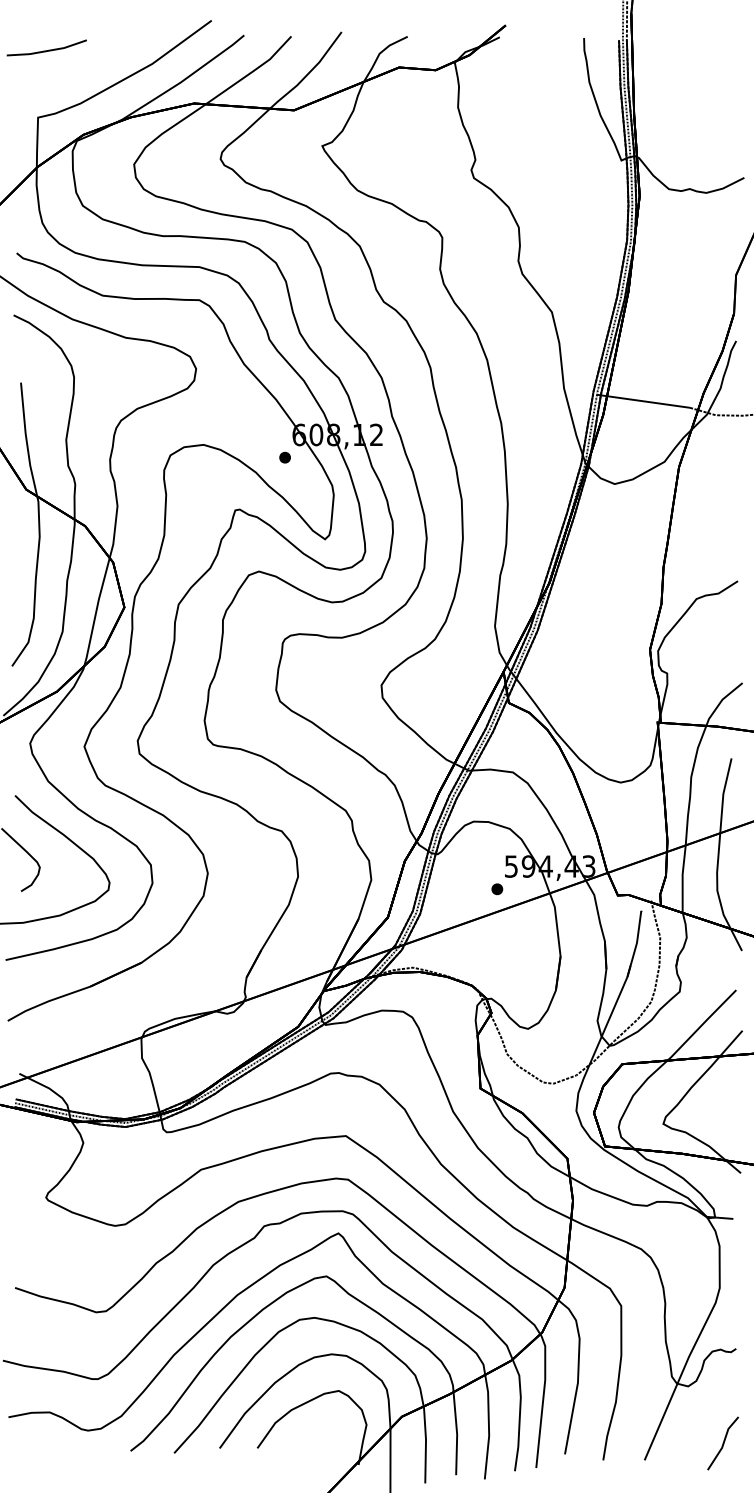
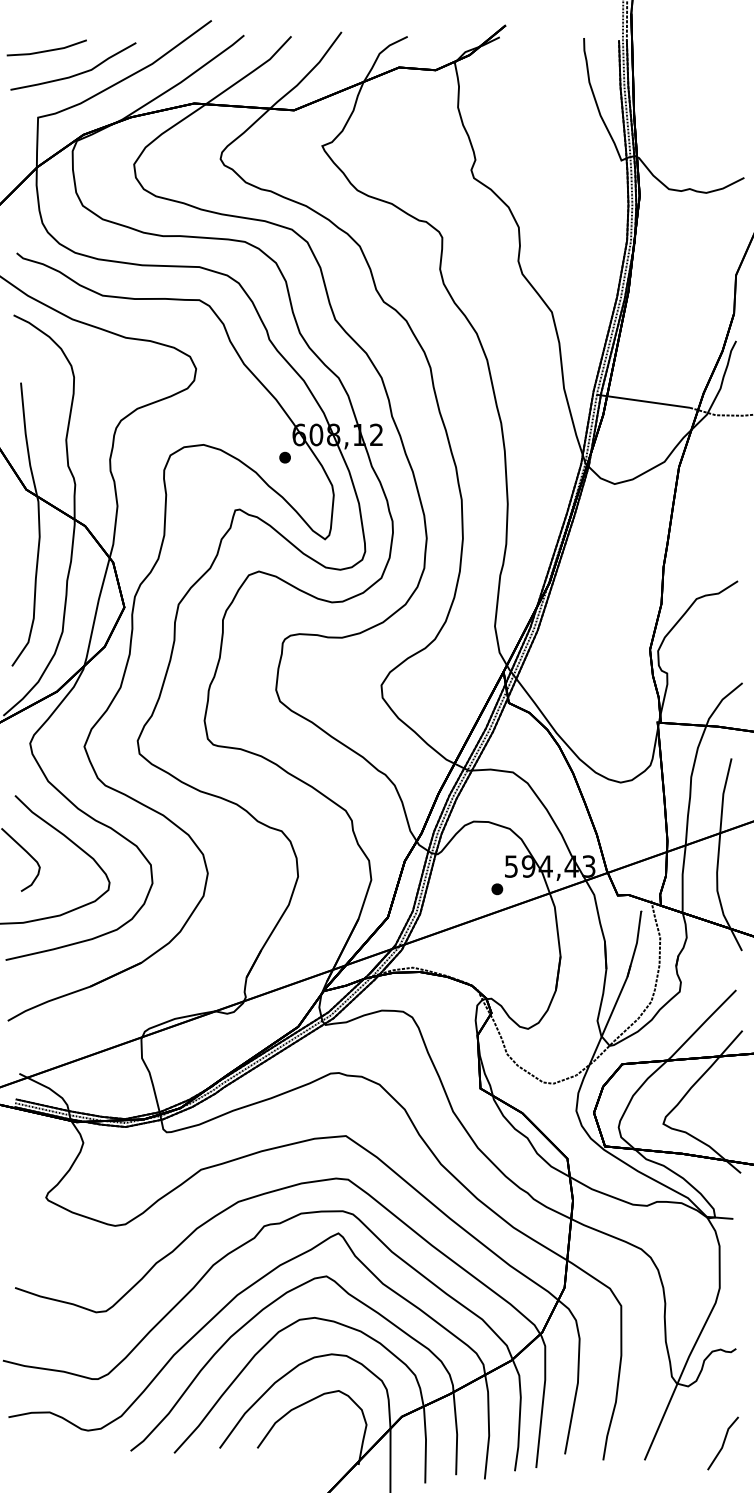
curve at (77, 73): none -> present
